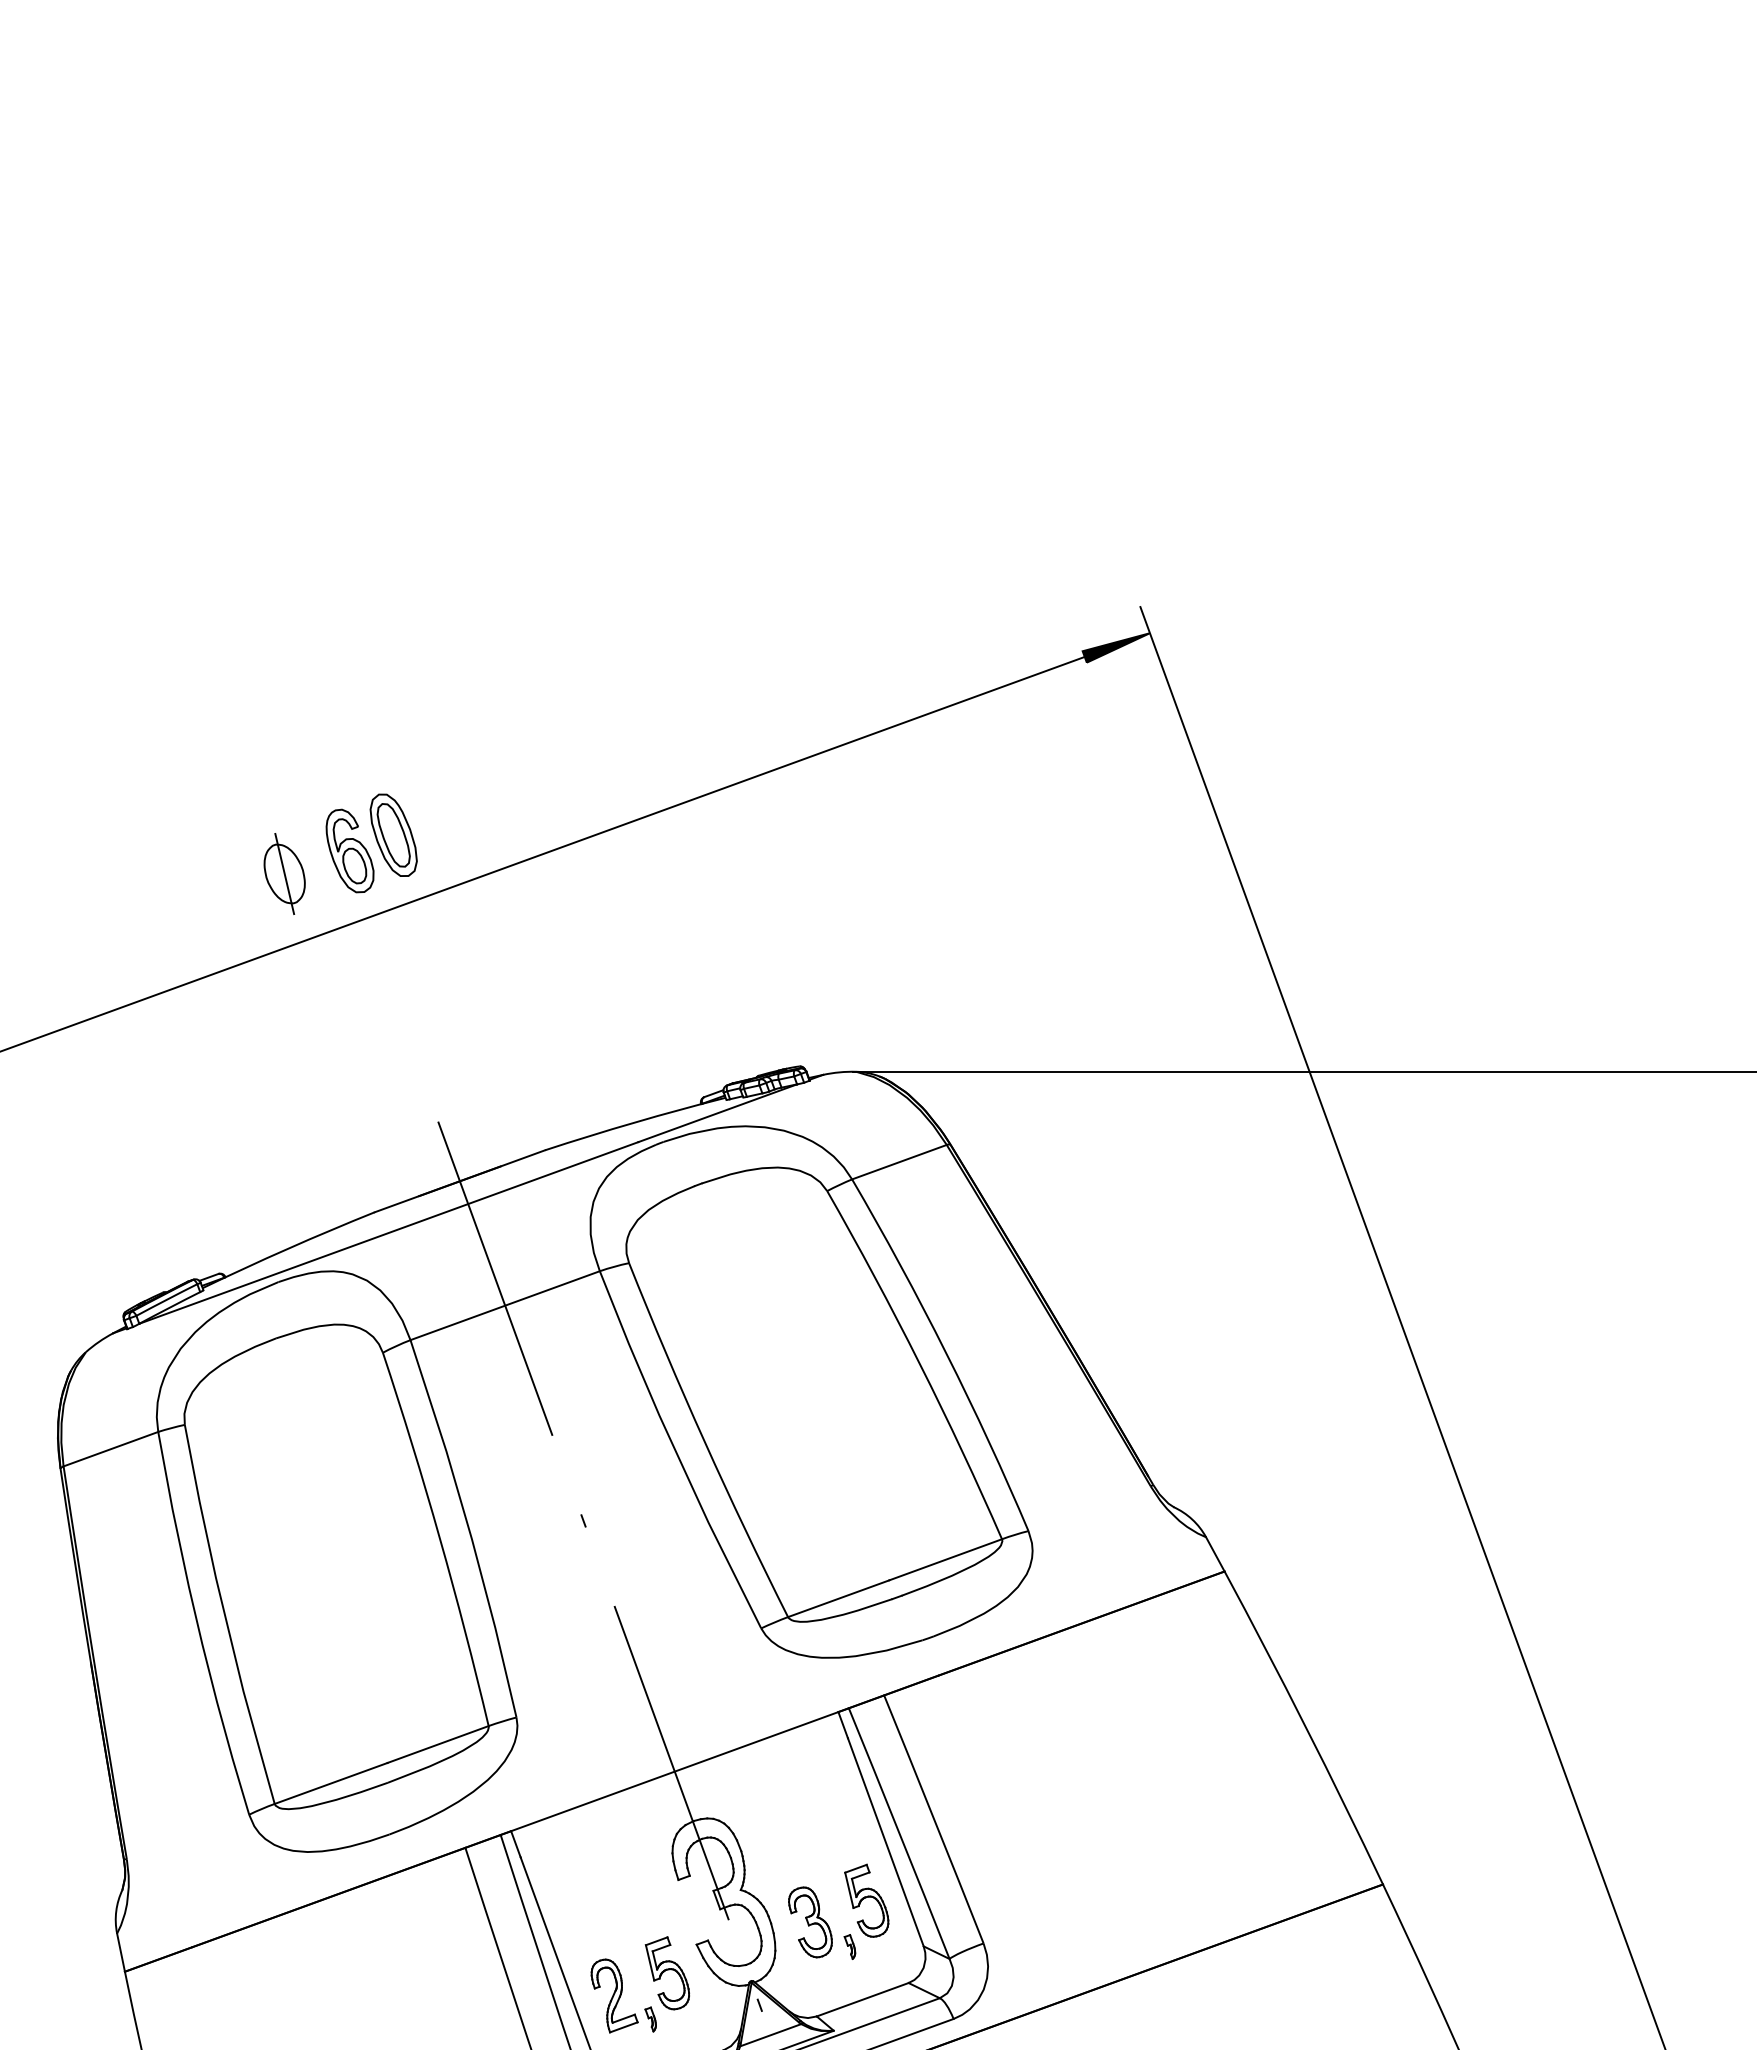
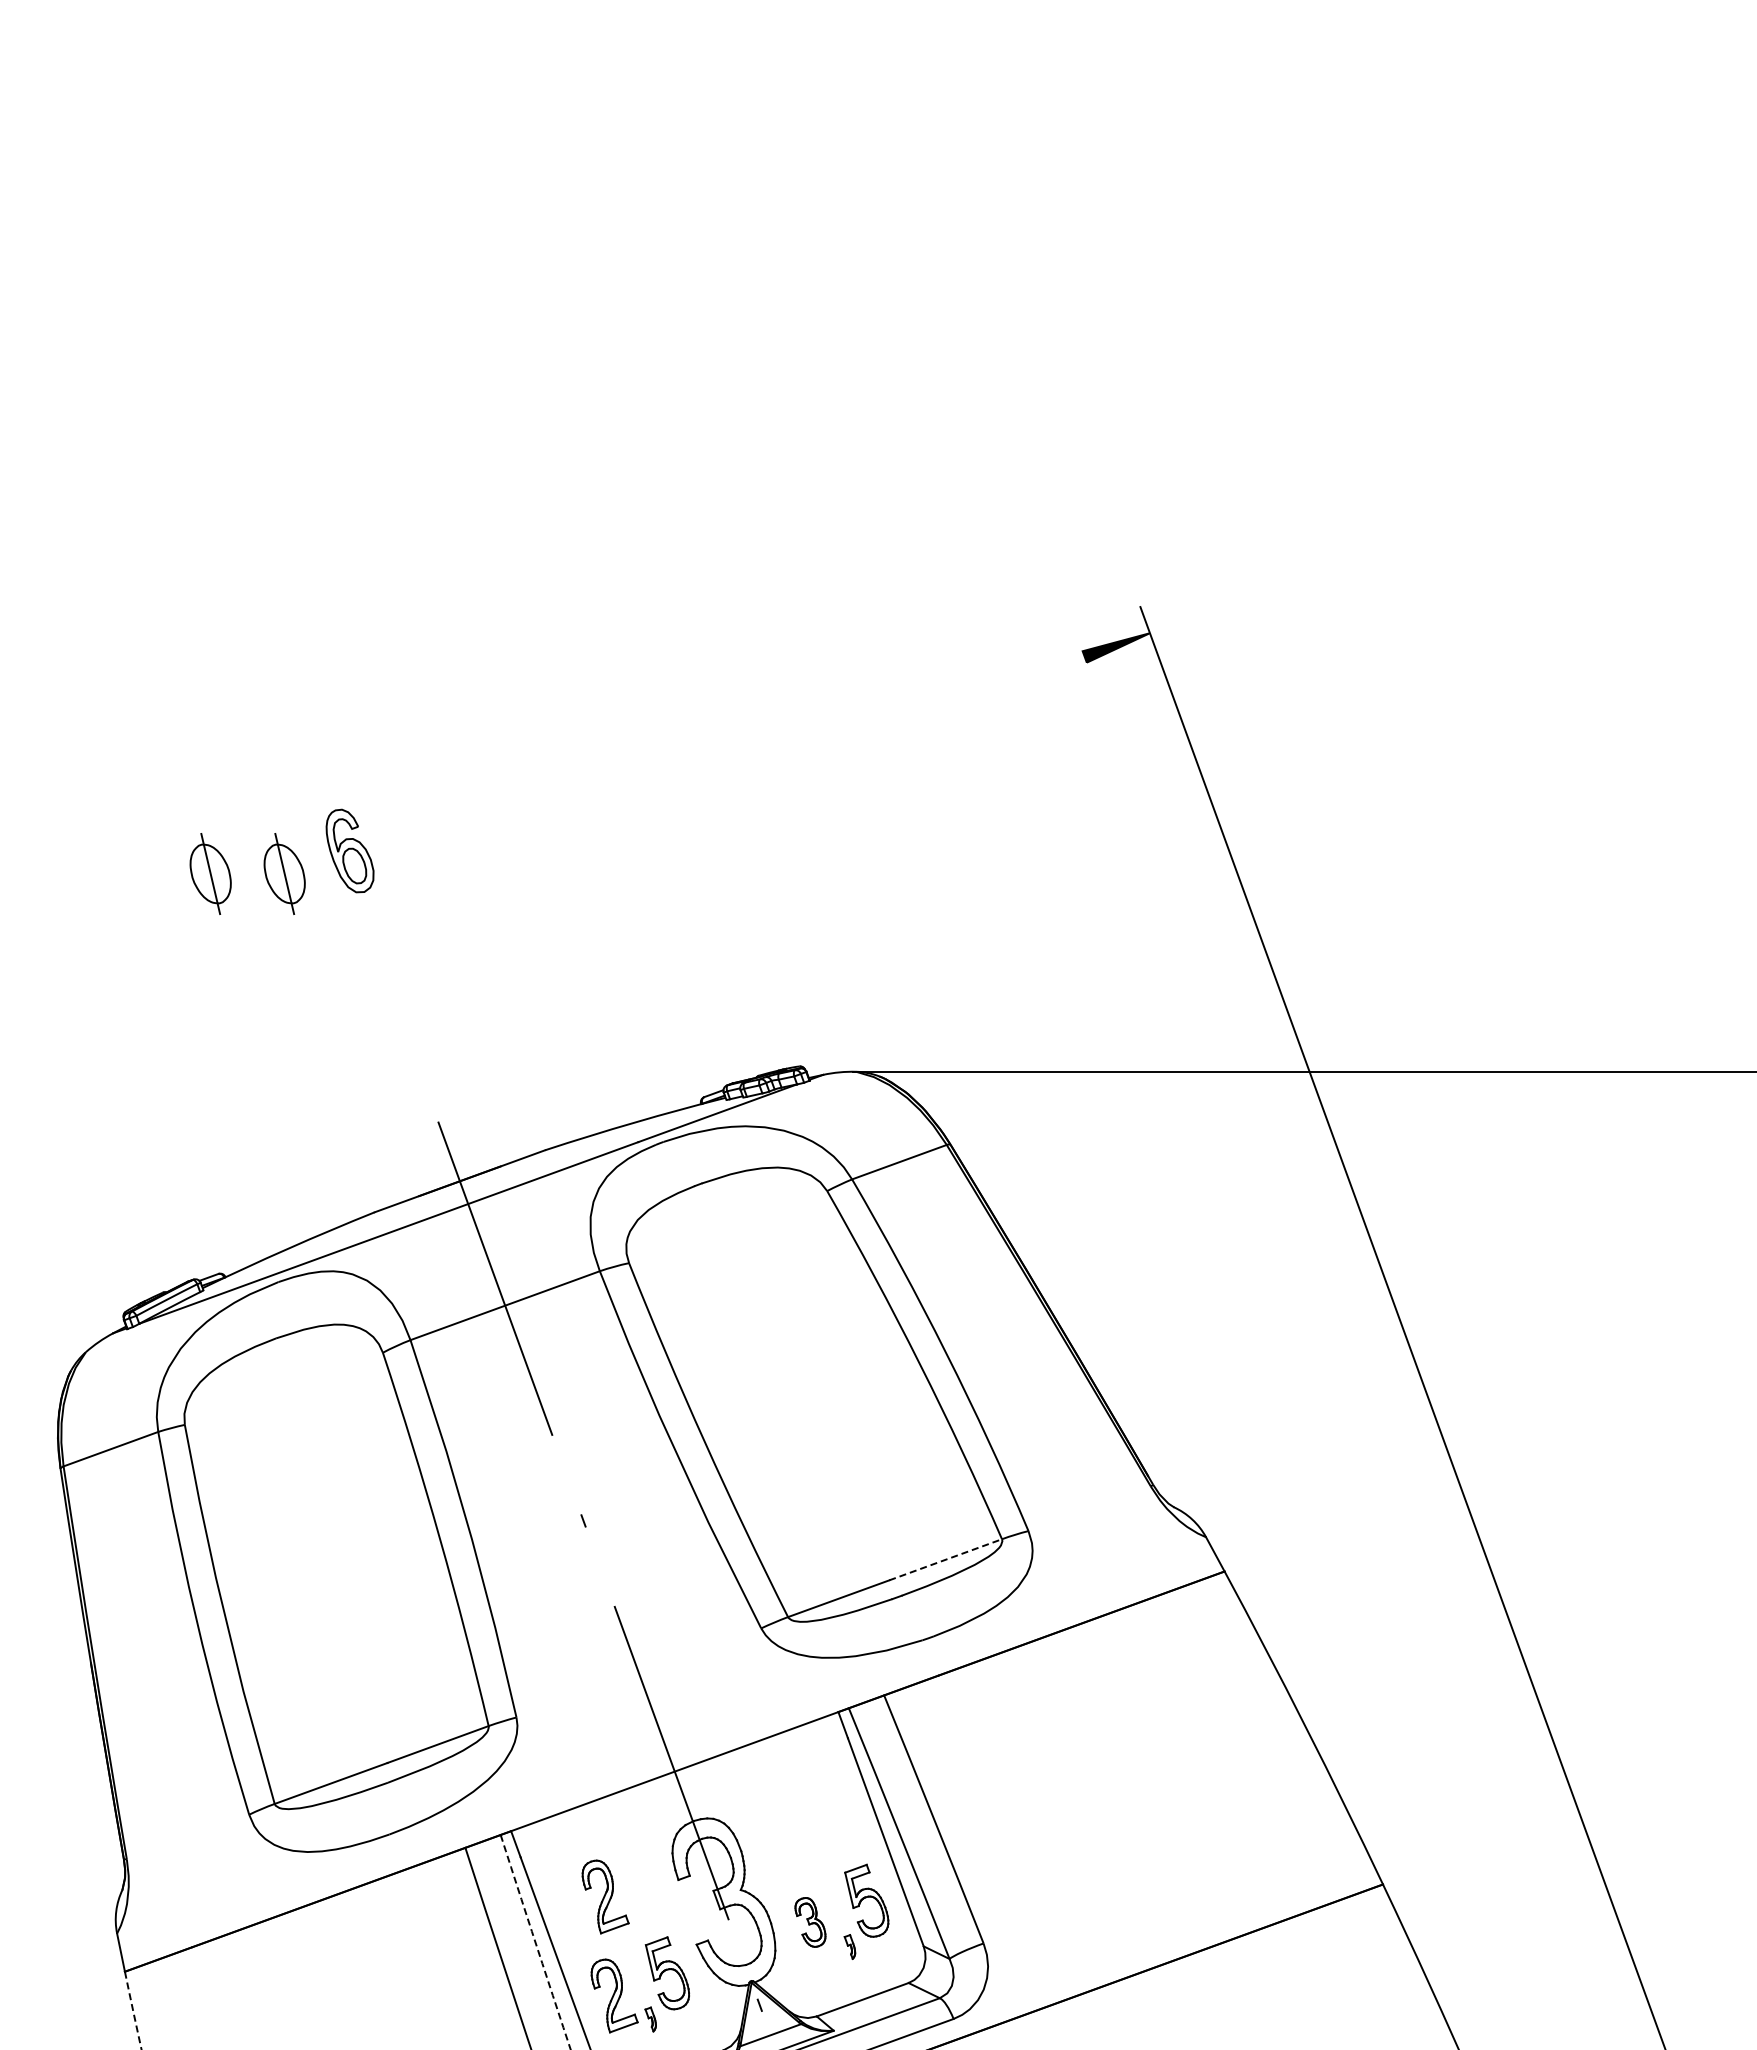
part at (393, 834): present -> none
line at (543, 853): present -> none
part at (210, 873): none -> present
line at (946, 1559): solid -> dashed
part at (605, 1896): none -> present
part at (810, 1922) size: 45x73 px -> 33x51 px
arc at (535, 1942): solid -> dashed
arc at (133, 2010): solid -> dashed
